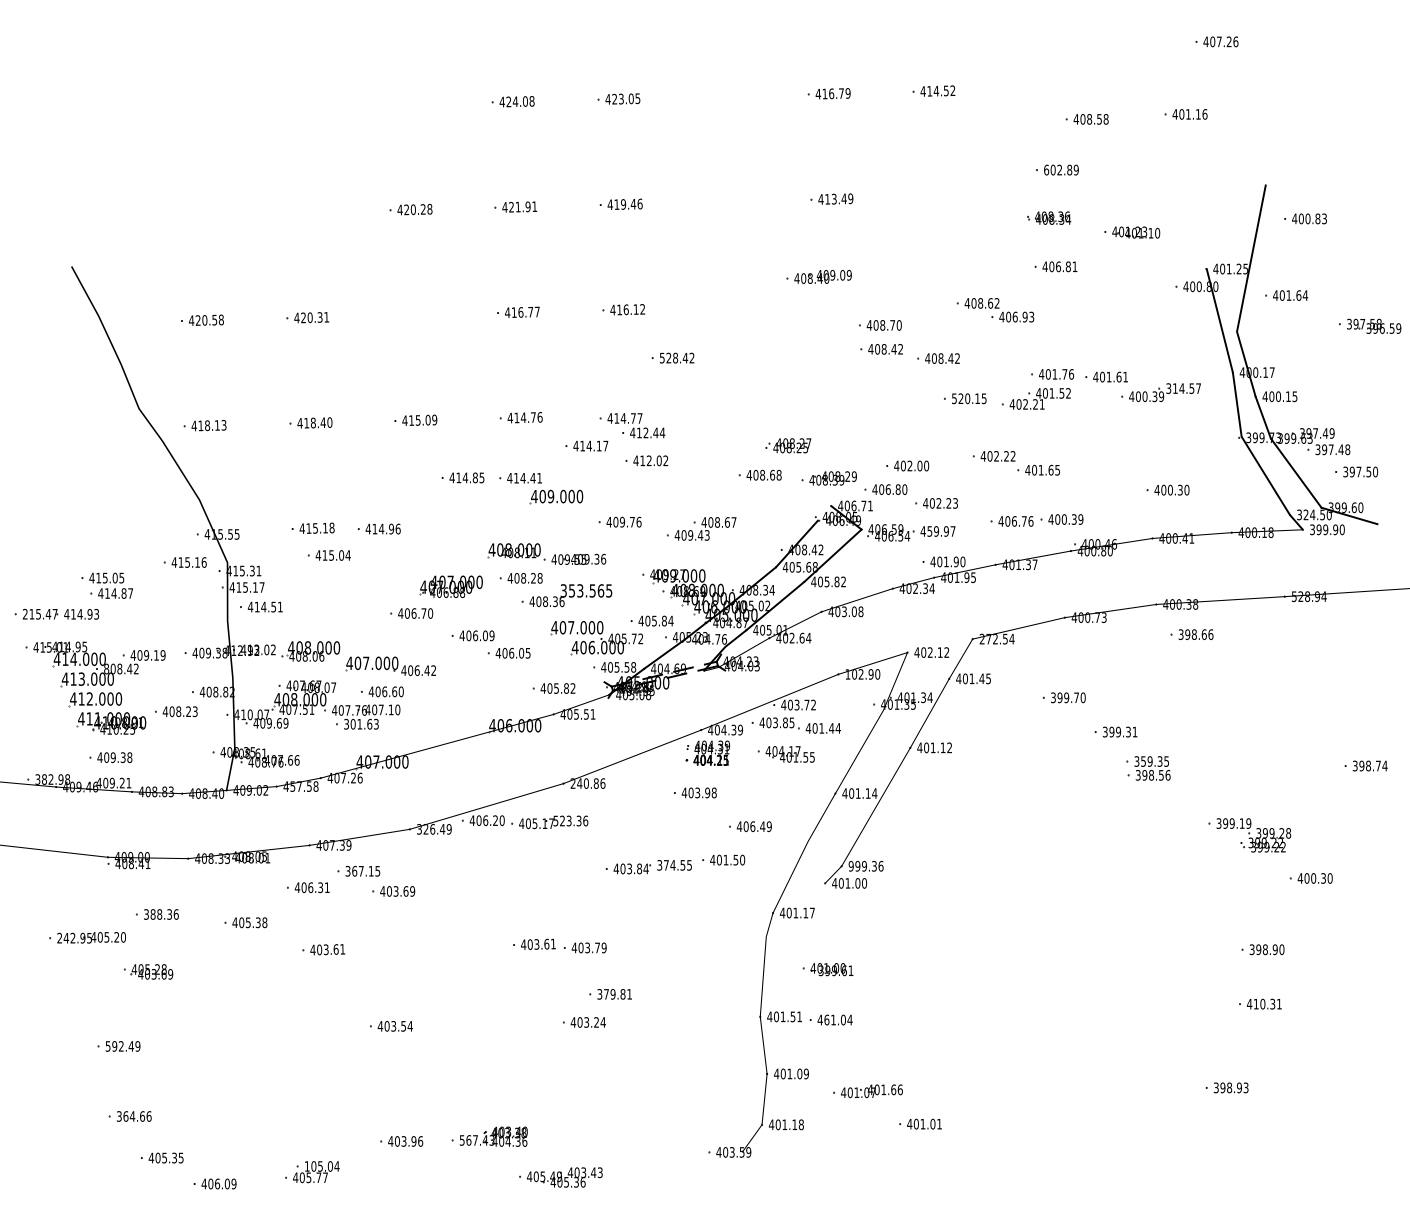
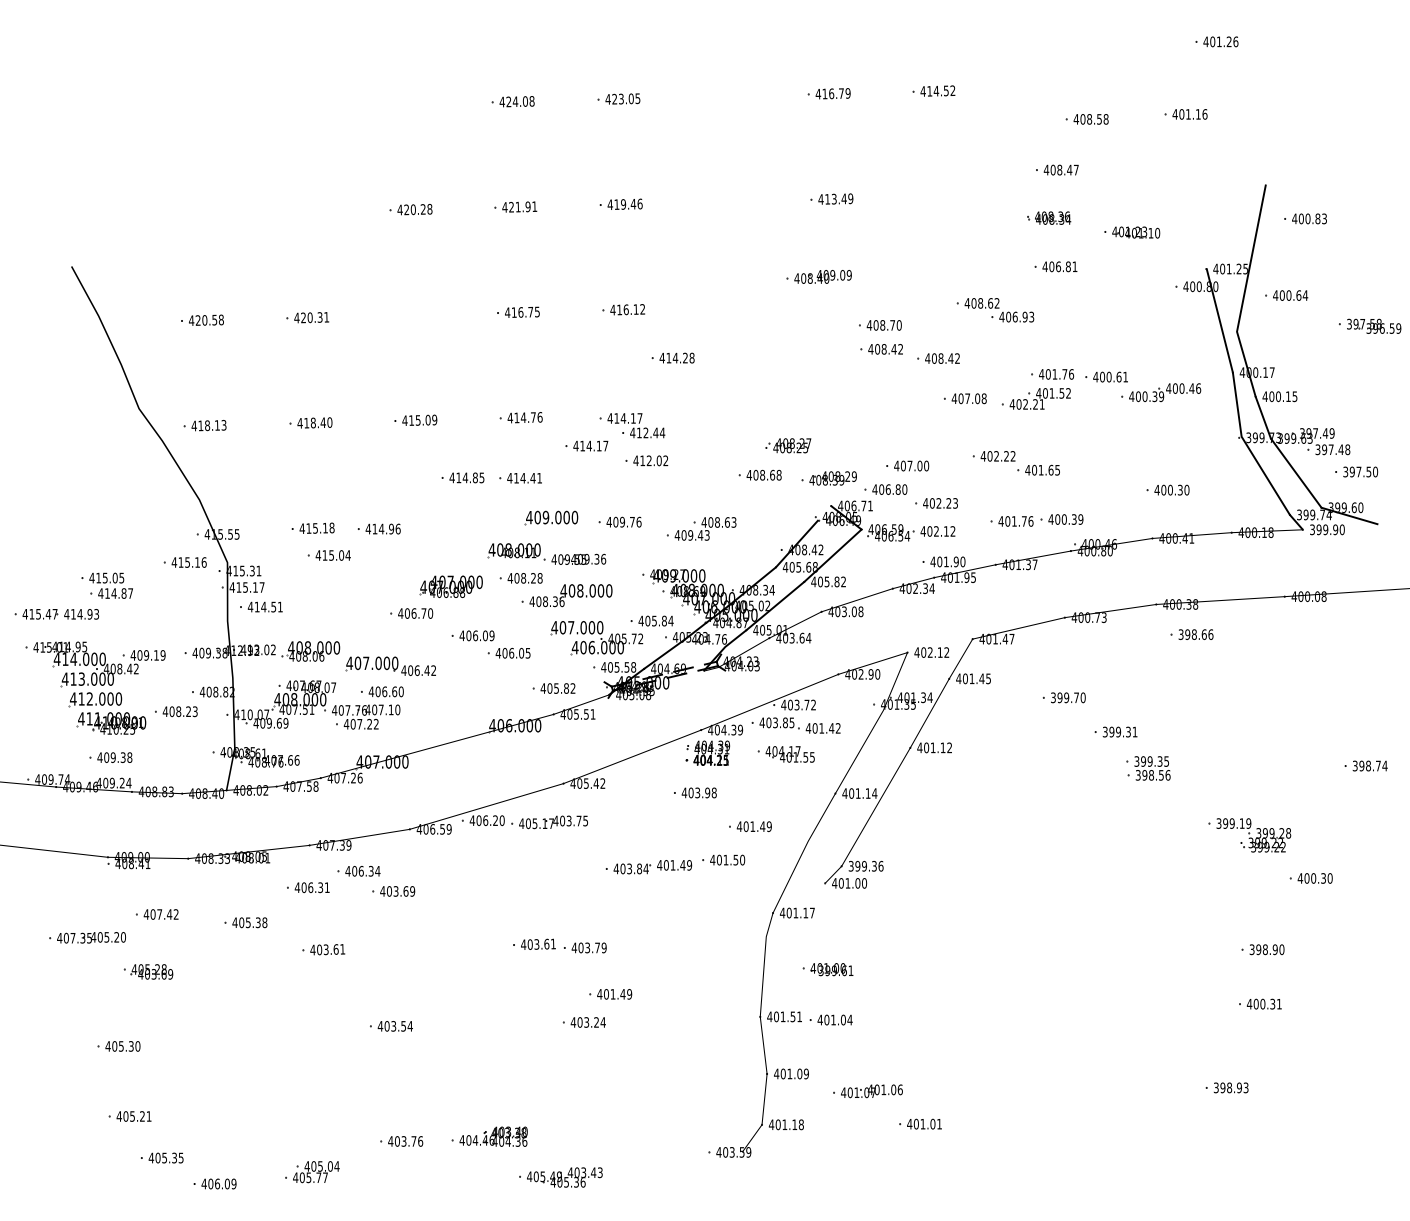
text at (1219, 41): 407.26 -> 401.26
text at (1060, 169): 602.89 -> 408.47
text at (1288, 295): 401.64 -> 400.64
text at (536, 311): 416.77 -> 416.75
text at (676, 357): 528.42 -> 414.28
text at (1108, 376): 401.61 -> 400.61
text at (1183, 388): 314.57 -> 400.46
text at (968, 398): 520.15 -> 407.08
text at (633, 418): 414.77 -> 414.17
text at (909, 465): 402.00 -> 407.00
part at (556, 496) position: (556, 496) -> (551, 517)
text at (1317, 514): 324.50 -> 399.74
text at (1013, 521): 406.76 -> 401.76
text at (733, 522): 408.67 -> 408.63
text at (941, 531): 459.97 -> 402.12
text at (586, 590): 353.565 -> 408.000
text at (1308, 596): 528.94 -> 400.08
text at (25, 613): 215.47 -> 415.47
text at (791, 638): 402.64 -> 403.64
text at (996, 638): 272.54 -> 401.47
text at (106, 668): 808.42 -> 408.42
text at (847, 674): 102.90 -> 402.90
text at (360, 723): 301.63 -> 407.22
text at (837, 728): 401.44 -> 401.42
text at (1143, 761): 359.35 -> 399.35
text at (52, 779): 382.98 -> 409.74
text at (128, 783): 409.21 -> 409.24
text at (587, 783): 240.86 -> 405.42
text at (292, 786): 457.58 -> 407.58
text at (248, 790): 409.02 -> 408.02
text at (570, 820): 523.36 -> 403.75
text at (752, 826): 406.49 -> 401.49
text at (430, 829): 326.49 -> 406.59
text at (674, 865): 374.55 -> 401.49
text at (850, 866): 999.36 -> 399.36
text at (362, 870): 367.15 -> 406.34
text at (160, 914): 388.36 -> 407.42
text at (71, 937): 242.95 -> 407.35
text at (614, 994): 379.81 -> 401.49
text at (1255, 1003): 410.31 -> 400.31
text at (826, 1019): 461.04 -> 401.04
text at (122, 1046): 592.49 -> 405.30
text at (893, 1089): 401.66 -> 401.06
text at (133, 1116): 364.66 -> 405.21
text at (476, 1140): 567.43 -> 404.46
text at (413, 1141): 403.96 -> 403.76
text at (306, 1166): 105.04 -> 405.04
